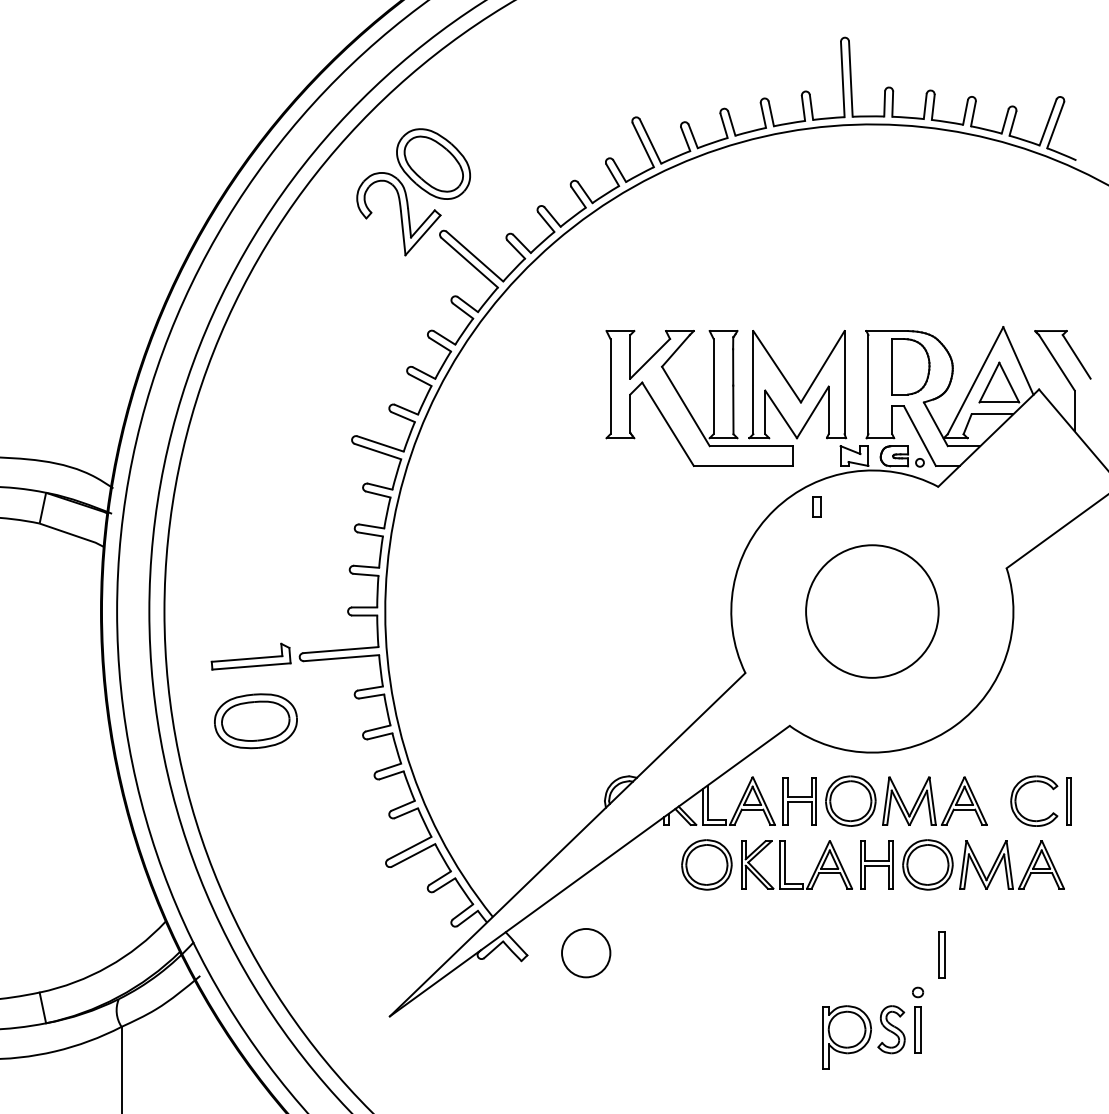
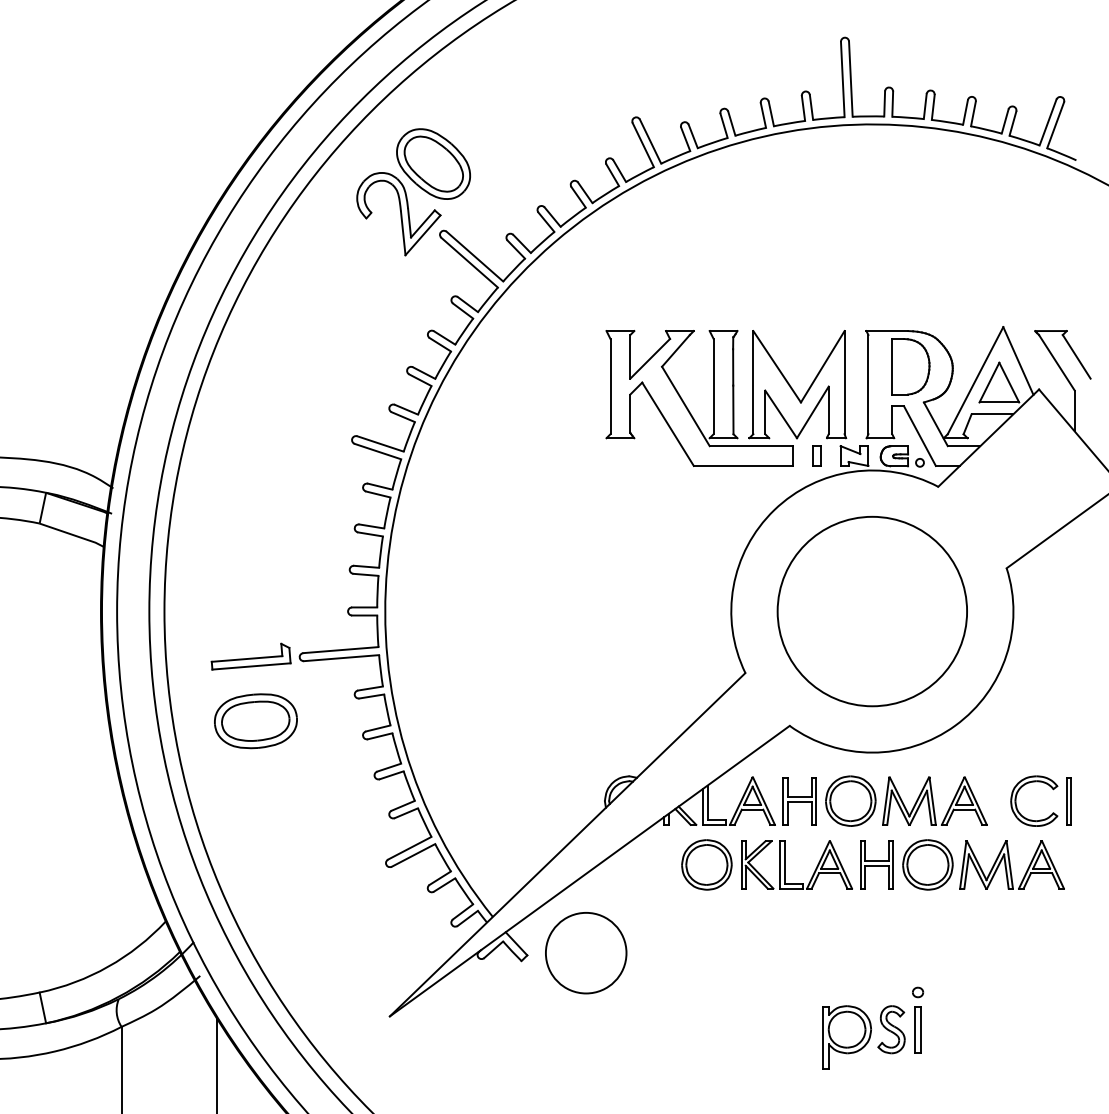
part at (816, 506) position: (816, 506) -> (816, 455)
circle at (872, 611) diameter: 133 px -> 189 px
circle at (586, 952) diameter: 48 px -> 81 px
part at (941, 954): present -> none
line at (217, 1064): none -> present
